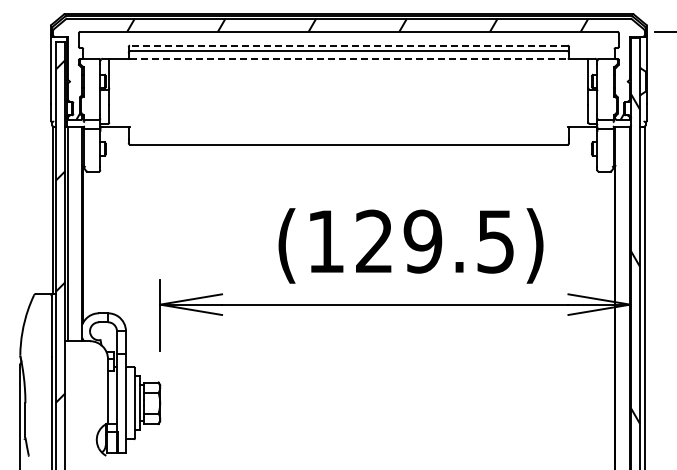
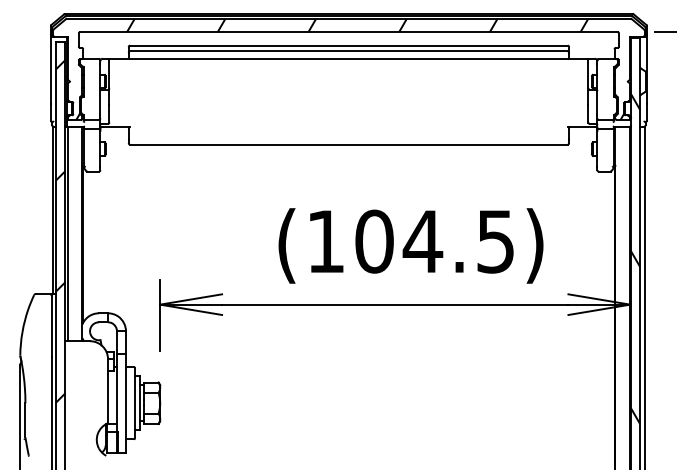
line at (348, 45): dashed -> solid
line at (348, 59): dashed -> solid
text at (399, 241): (129.5) -> (104.5)
